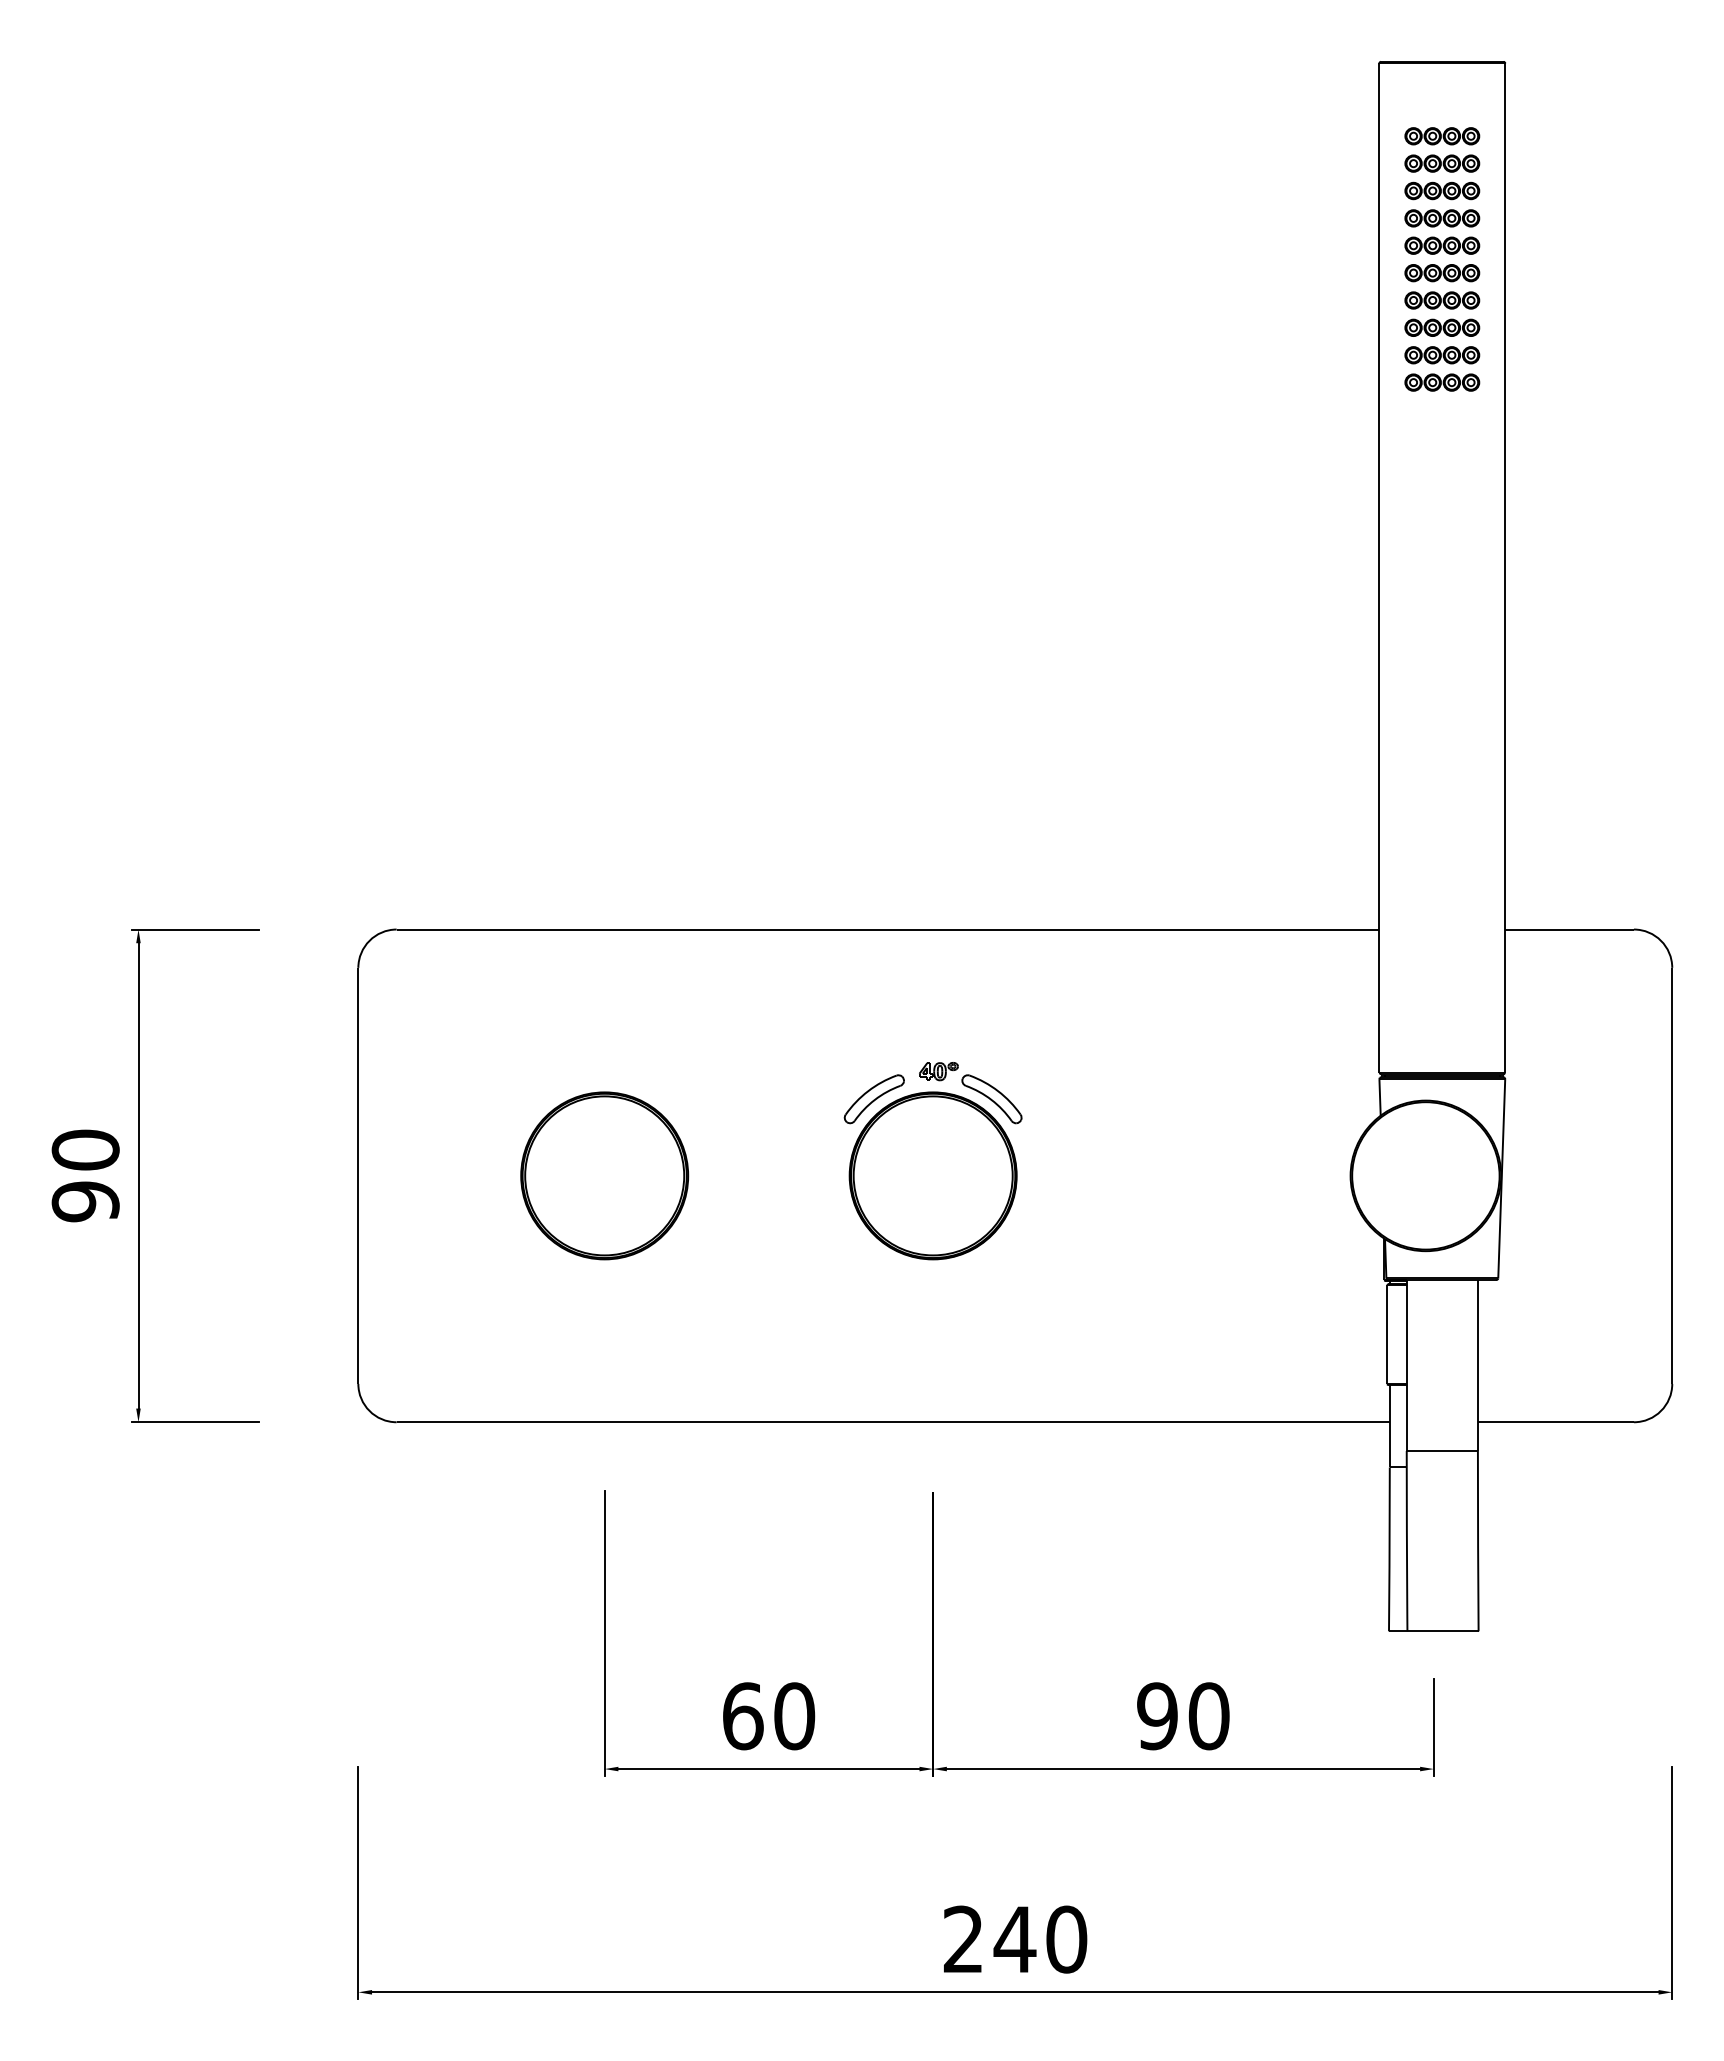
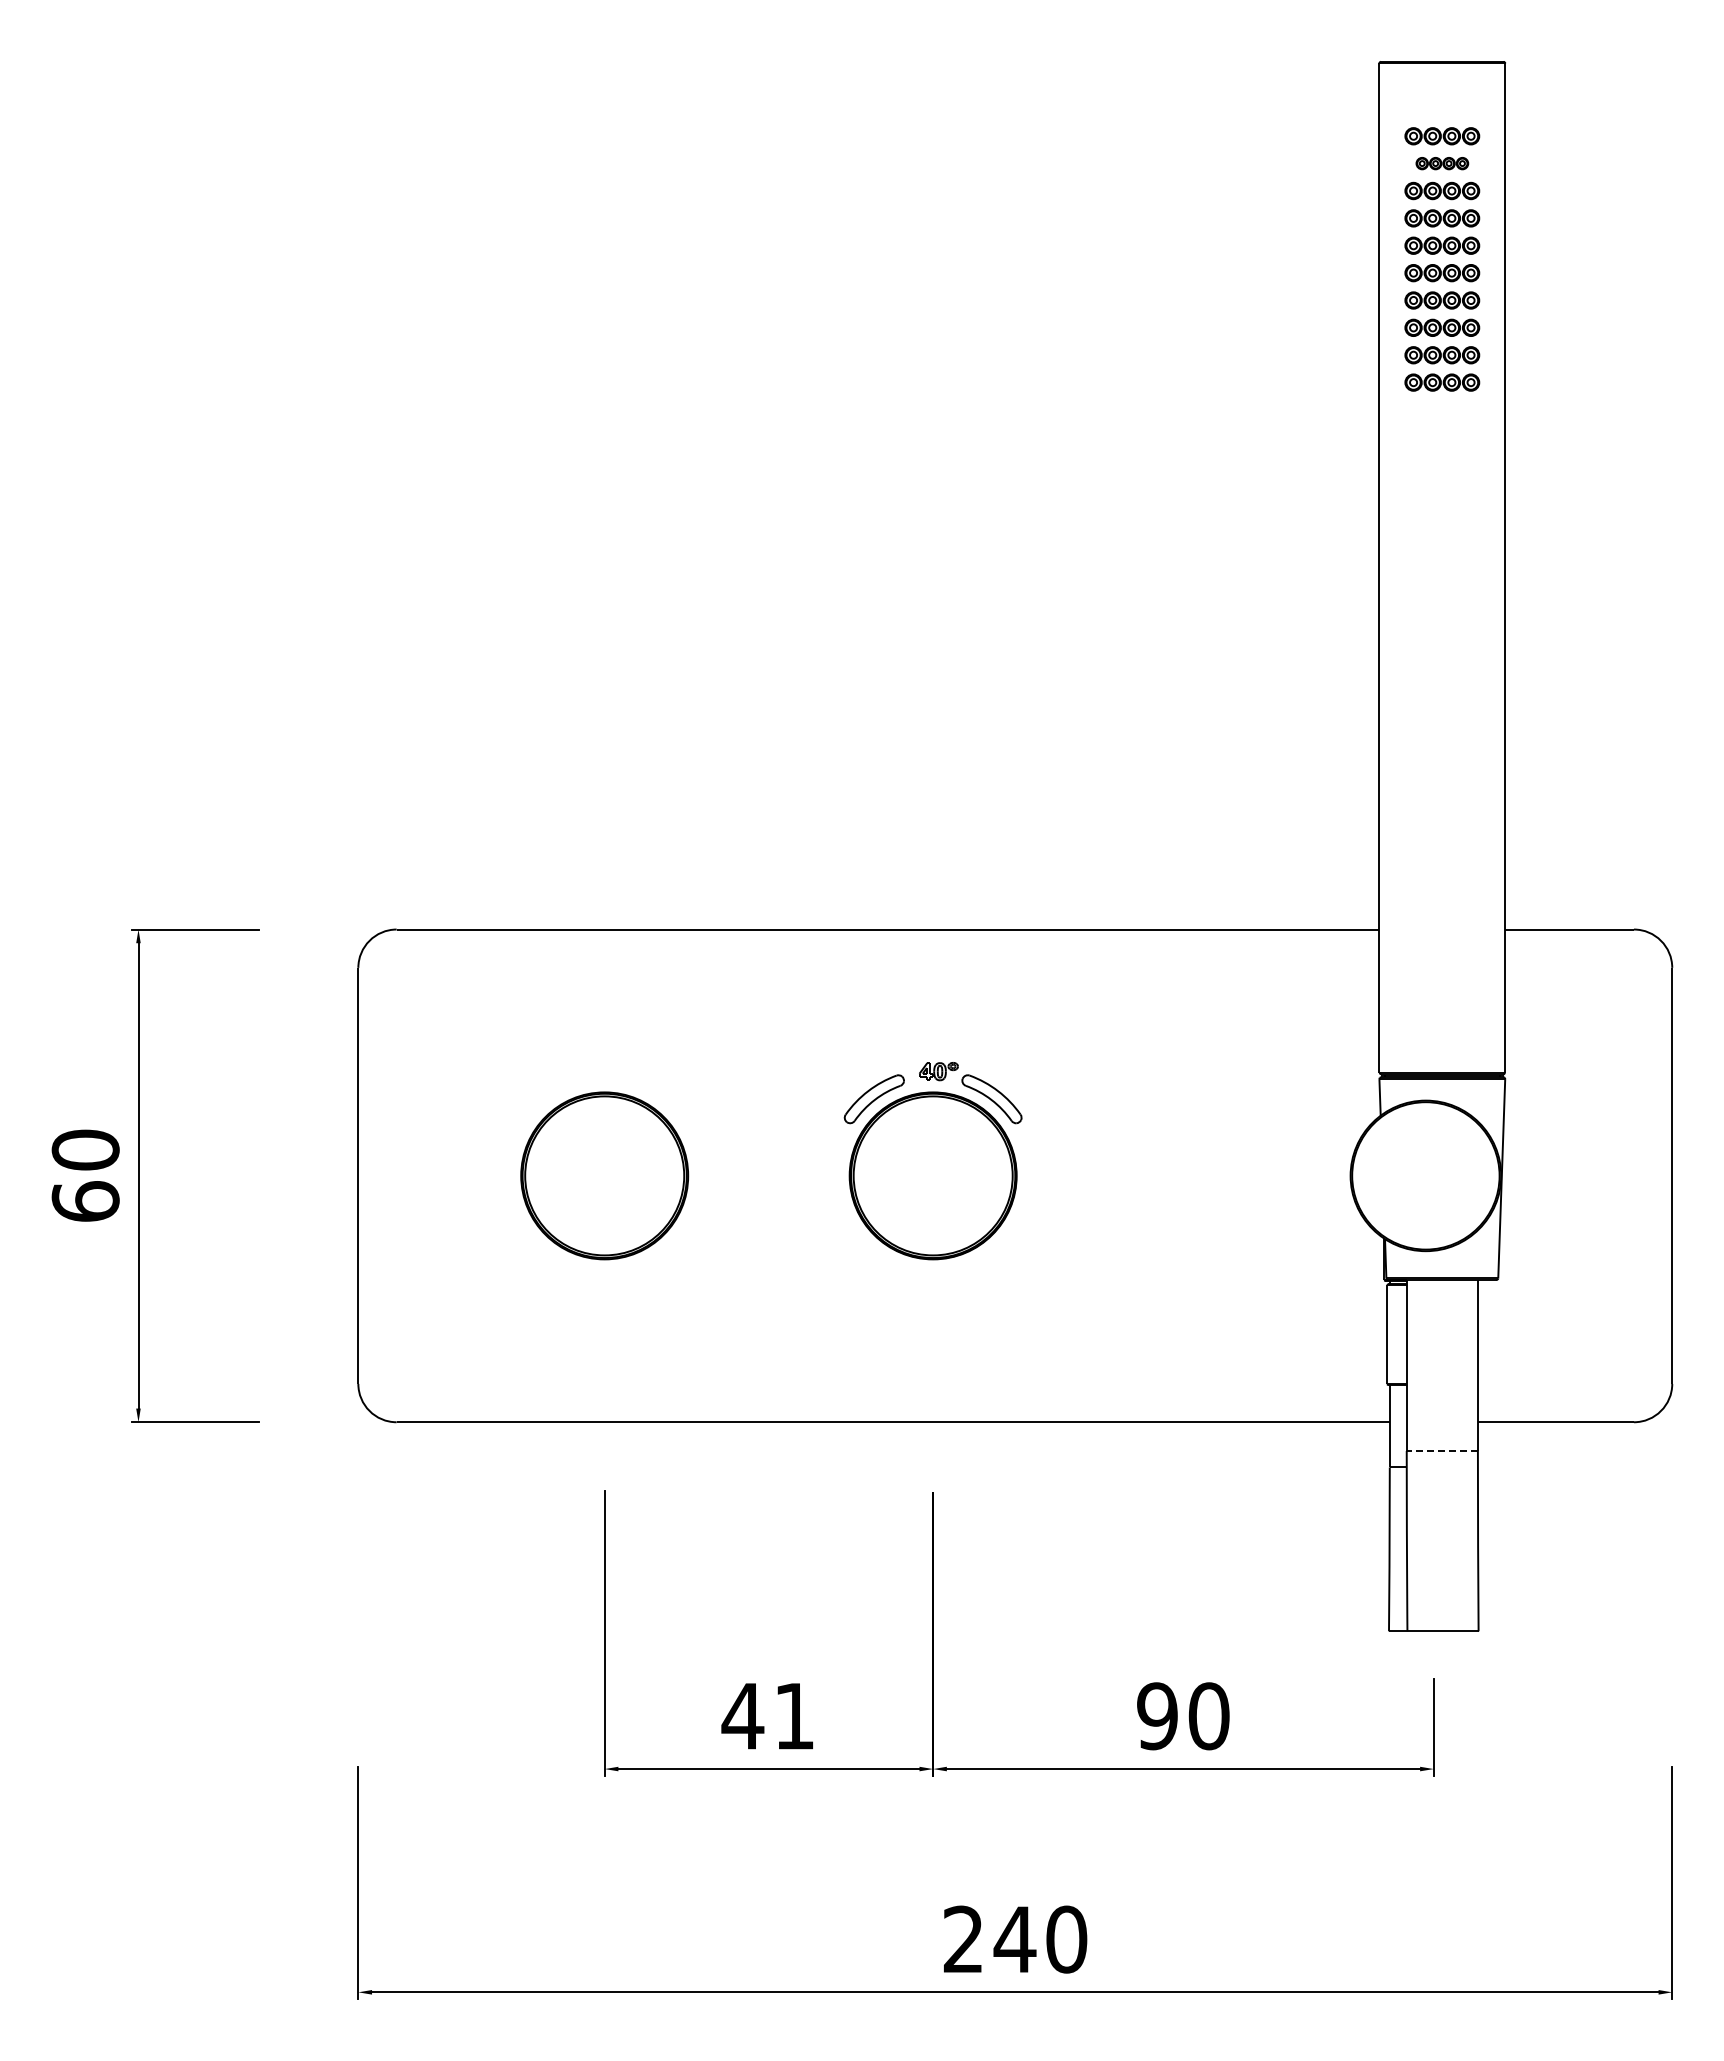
part at (1442, 163) size: 77x19 px -> 55x14 px
text at (85, 1201): 90 -> 60
line at (1442, 1451): solid -> dashed
text at (768, 1716): 60 -> 41
